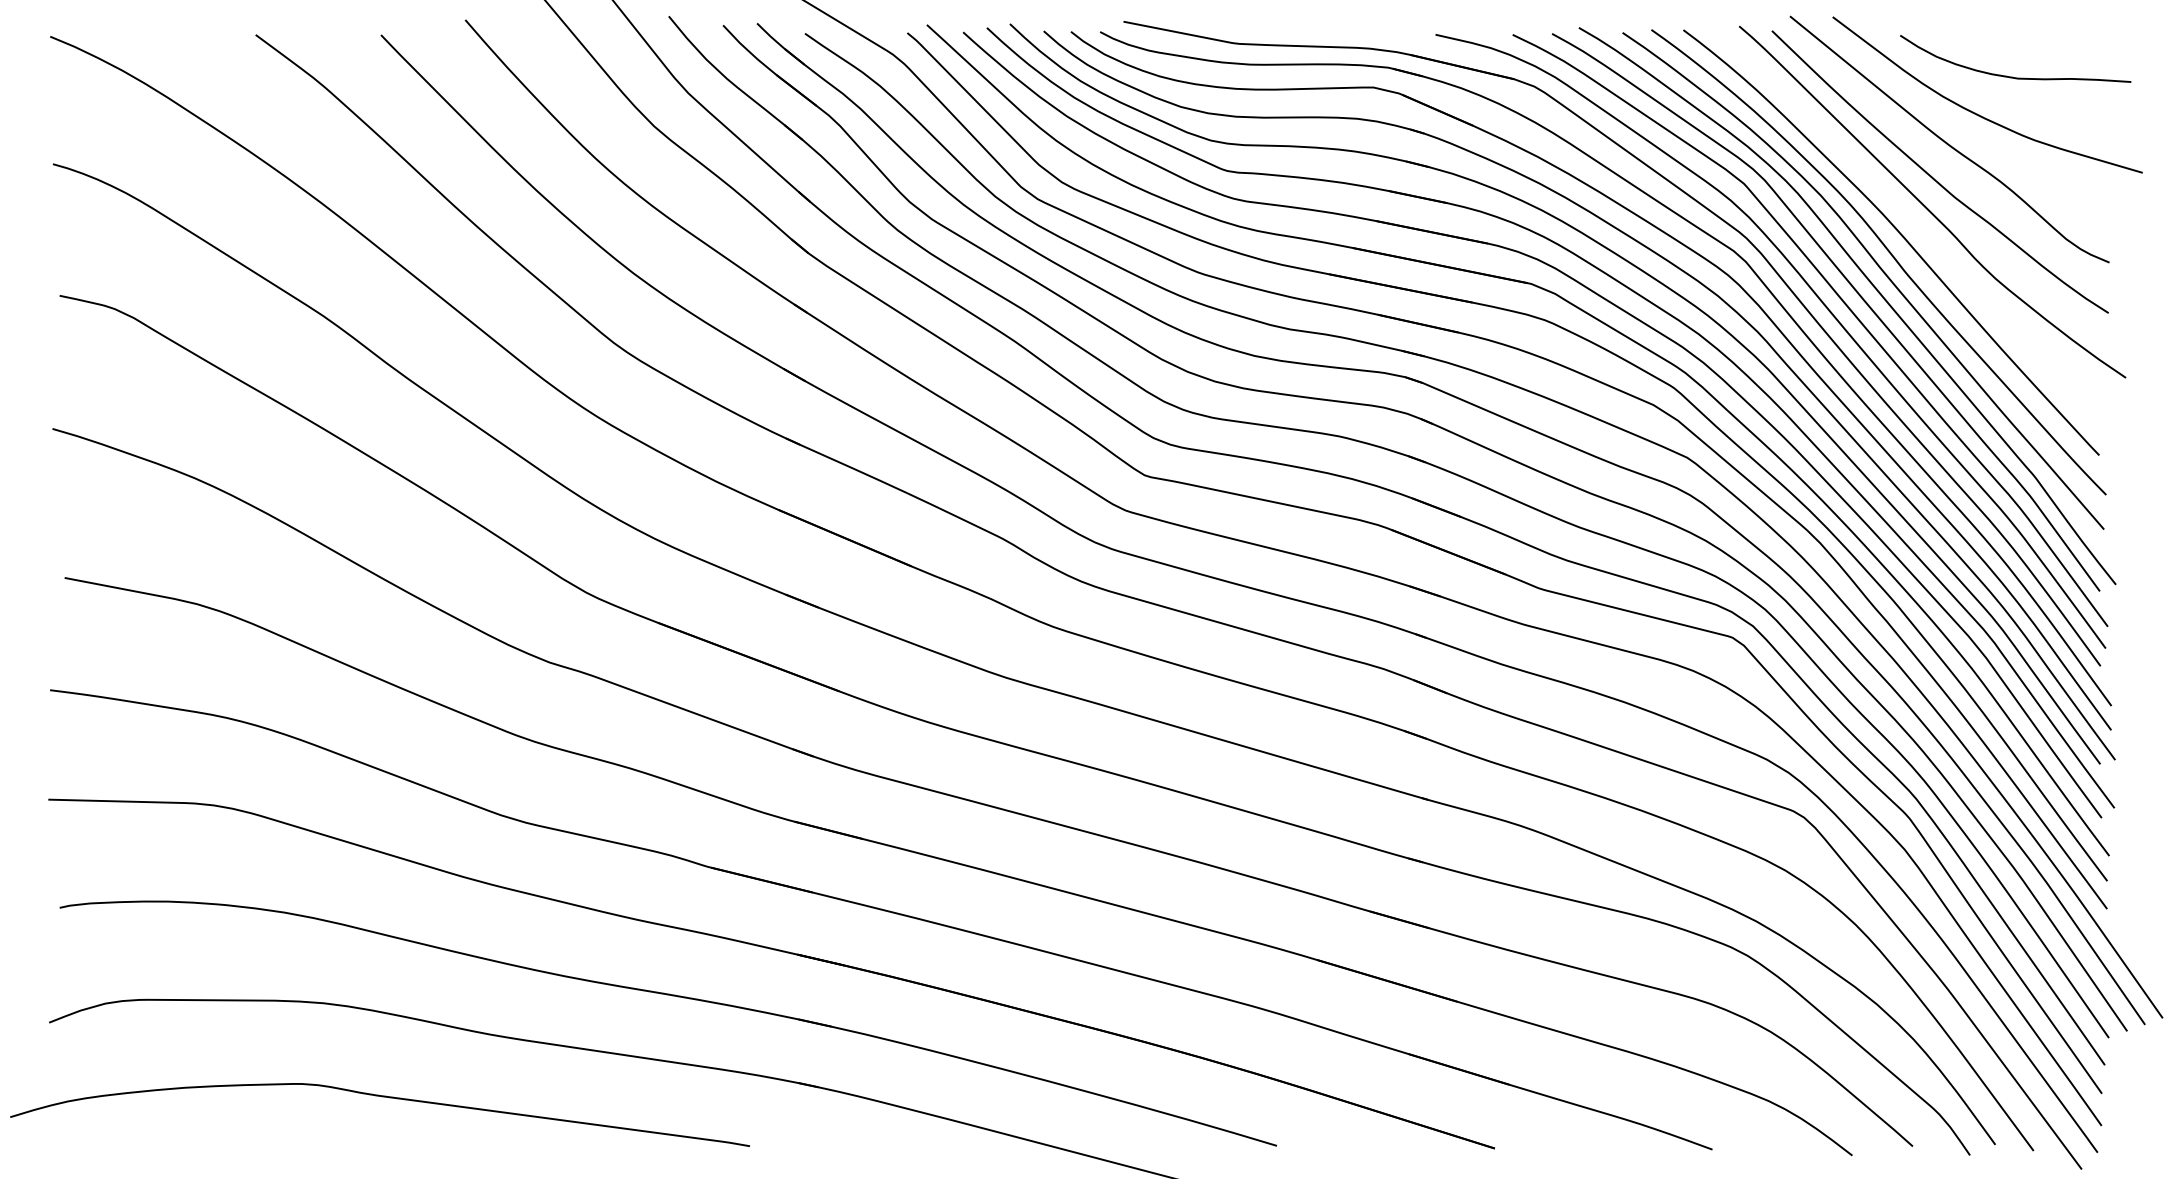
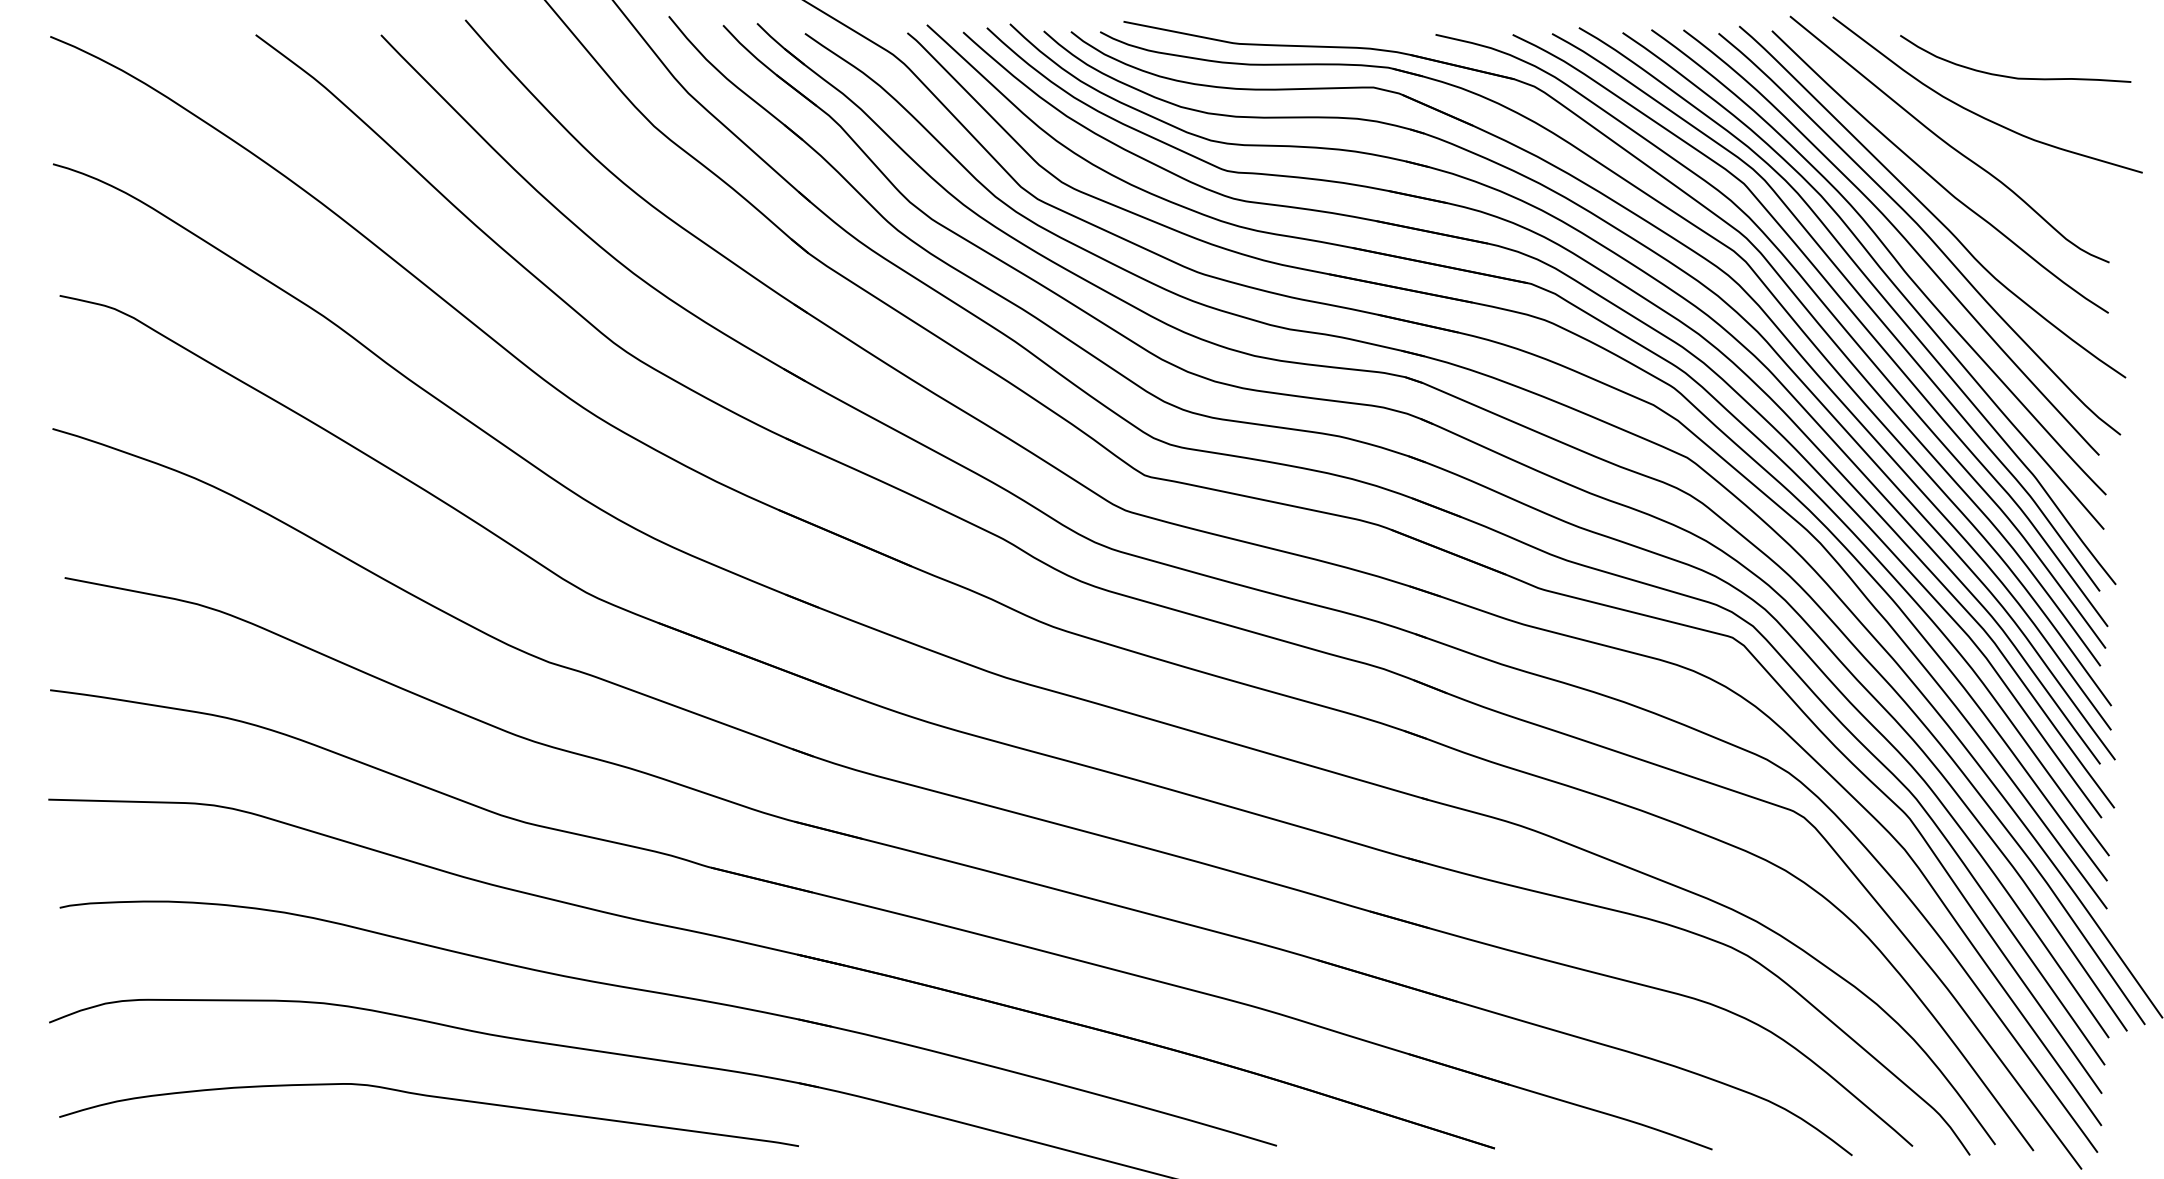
curve at (1922, 231): none -> present
curve at (382, 1097) position: (382, 1097) -> (431, 1097)
